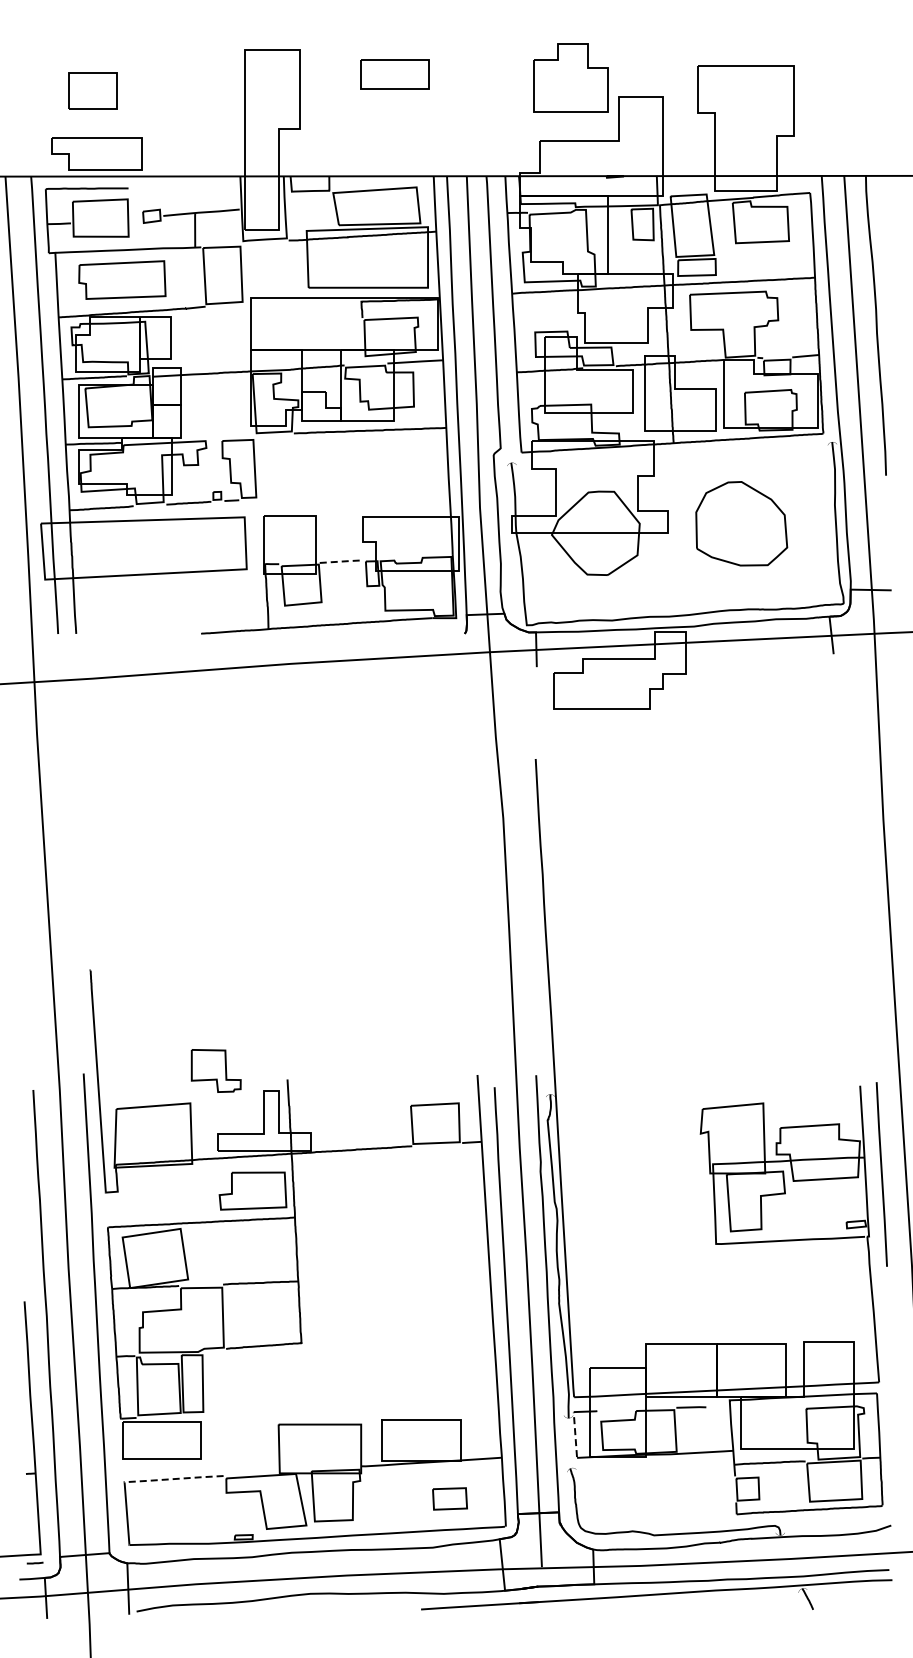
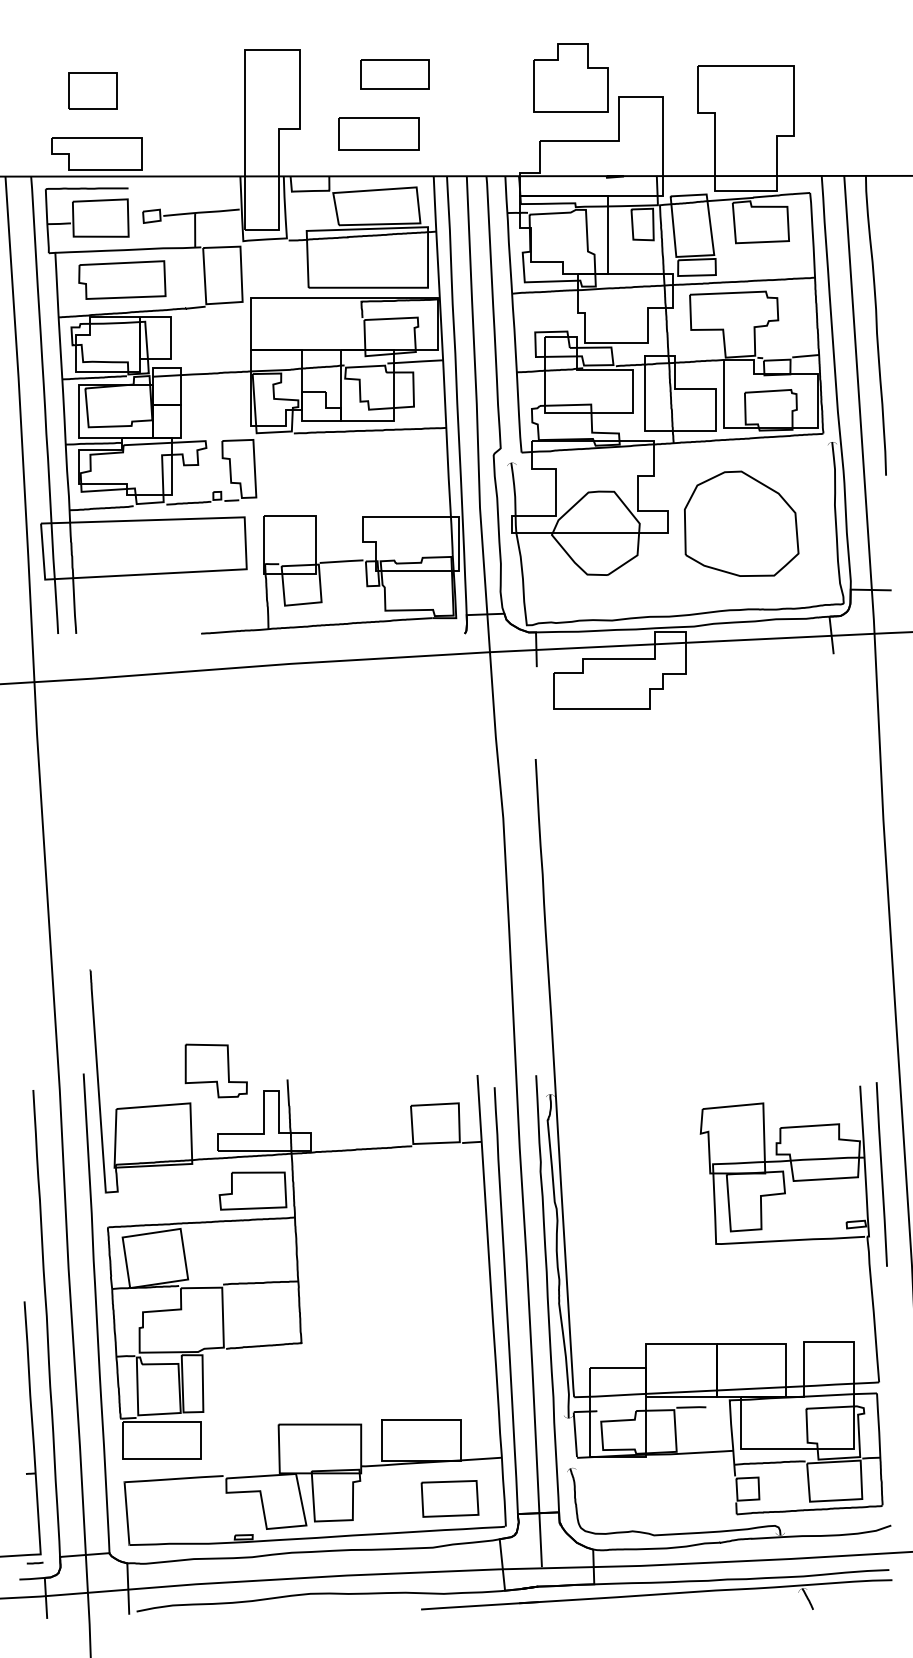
part at (378, 133): none -> present
part at (741, 523) size: 94x86 px -> 116x107 px
line at (342, 561): dashed -> solid
part at (215, 1070) size: 52x44 px -> 64x56 px
line at (575, 1434): dashed -> solid
line at (173, 1479): dashed -> solid
part at (449, 1498) size: 36x24 px -> 60x38 px
